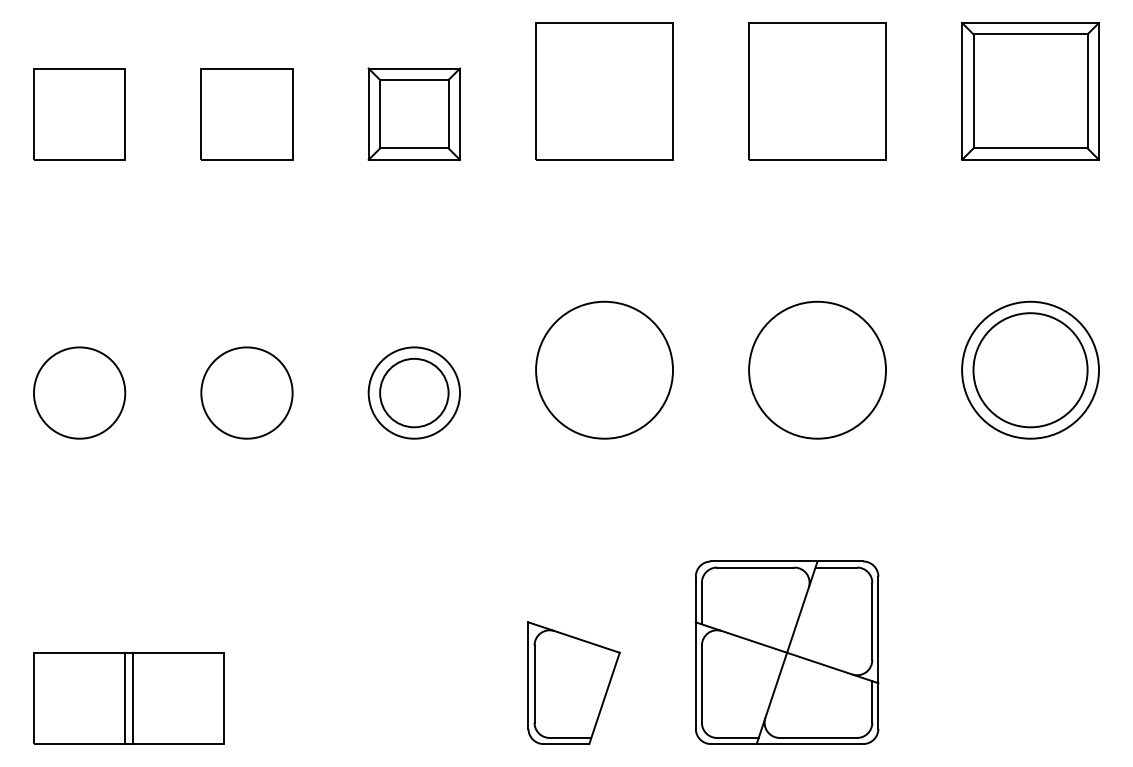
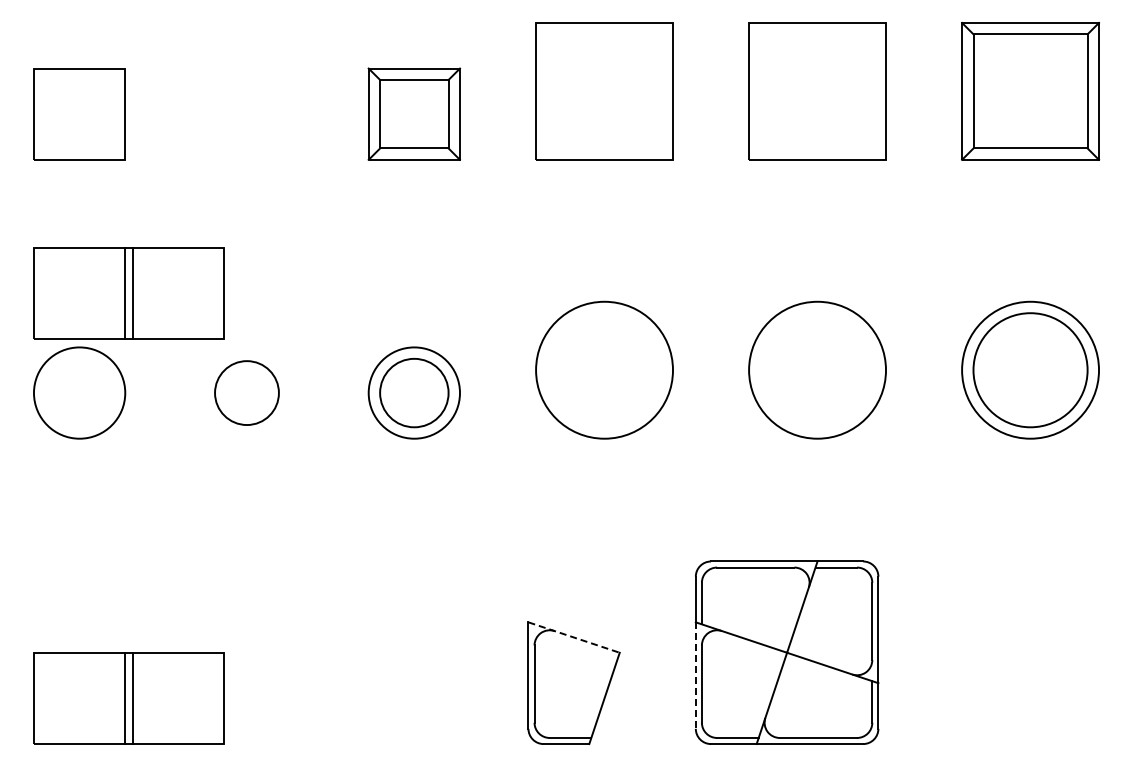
part at (246, 114): present -> none
part at (128, 293): none -> present
circle at (246, 392) diameter: 91 px -> 64 px
line at (574, 637): solid -> dashed
line at (695, 676): solid -> dashed
